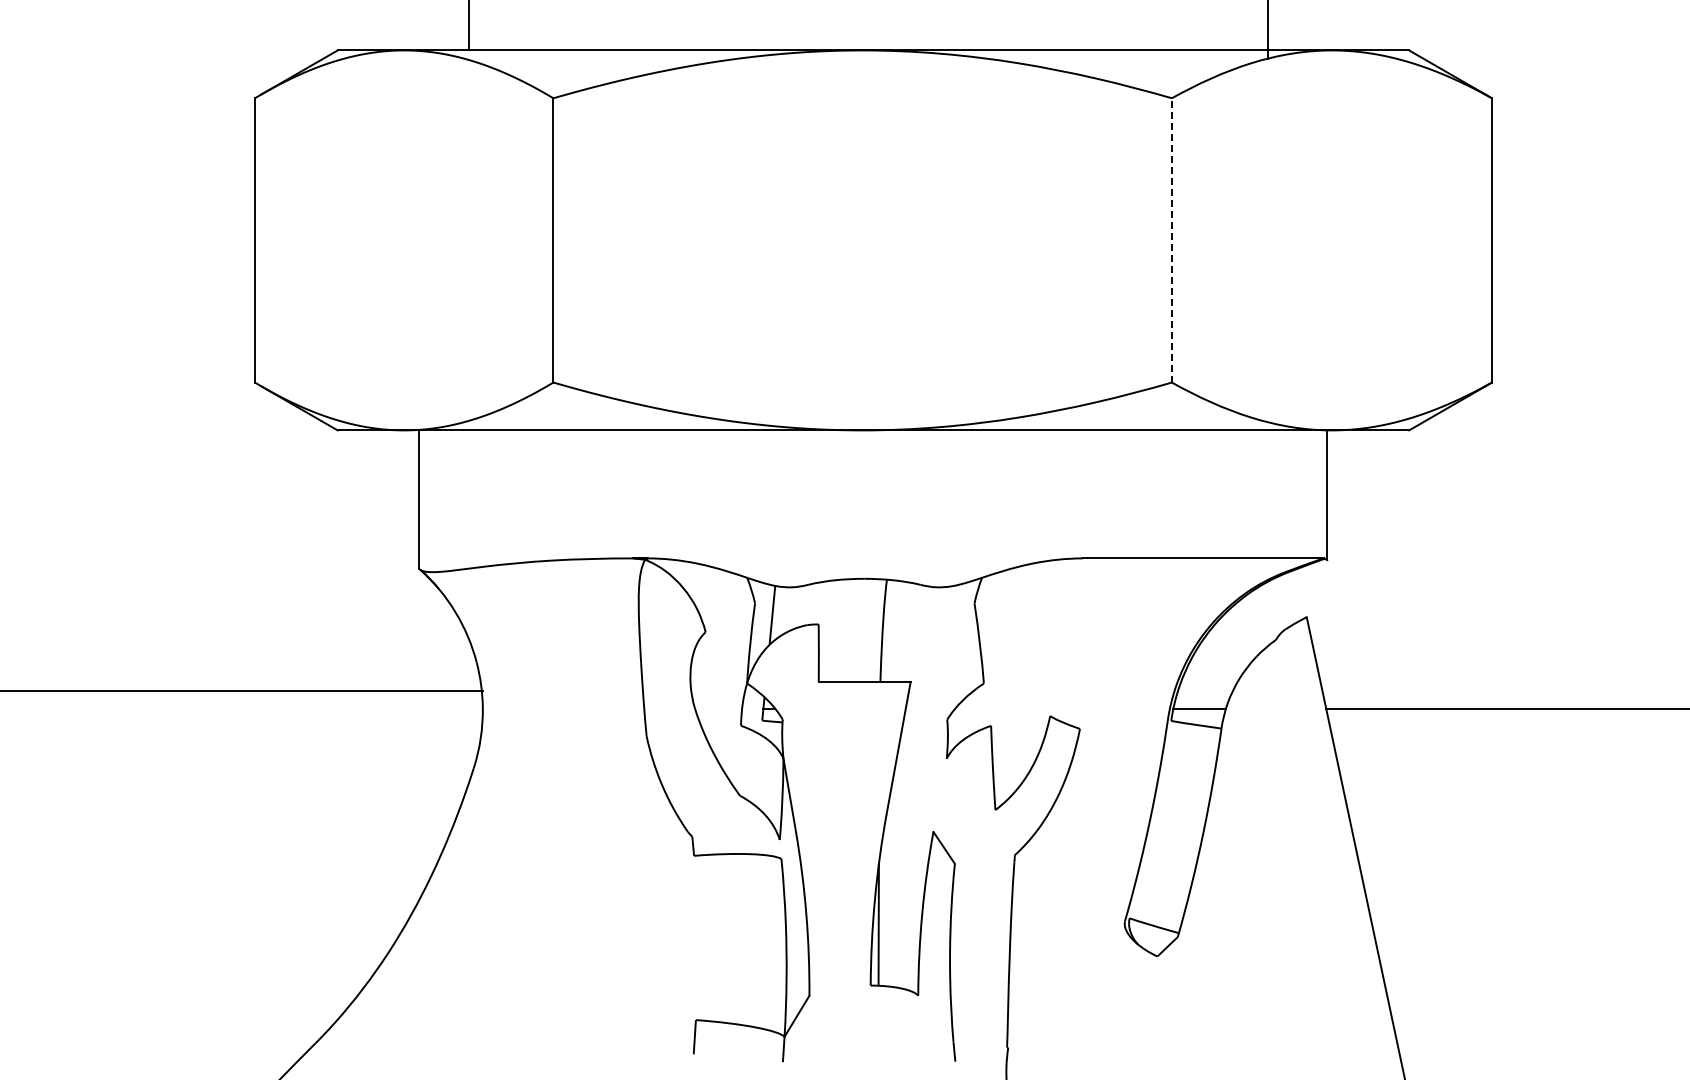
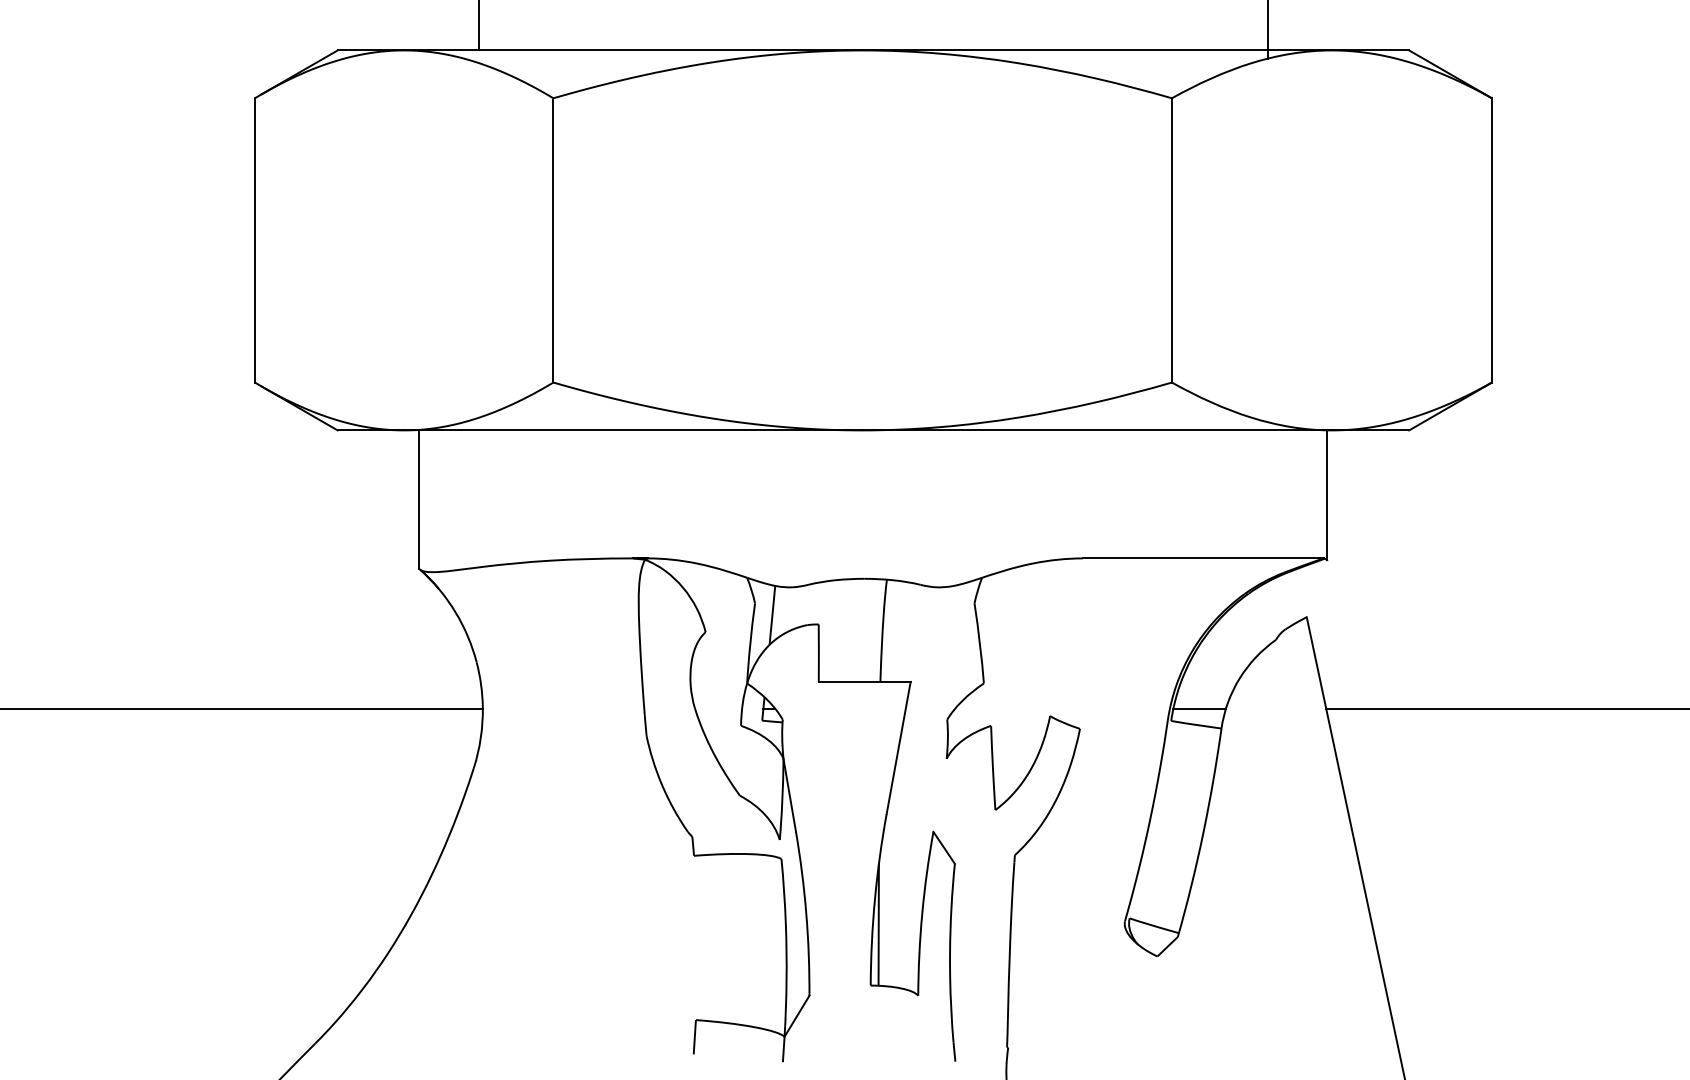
line at (469, 26) position: (469, 26) -> (479, 26)
line at (1171, 239): dashed -> solid
line at (242, 690) position: (242, 690) -> (242, 708)
